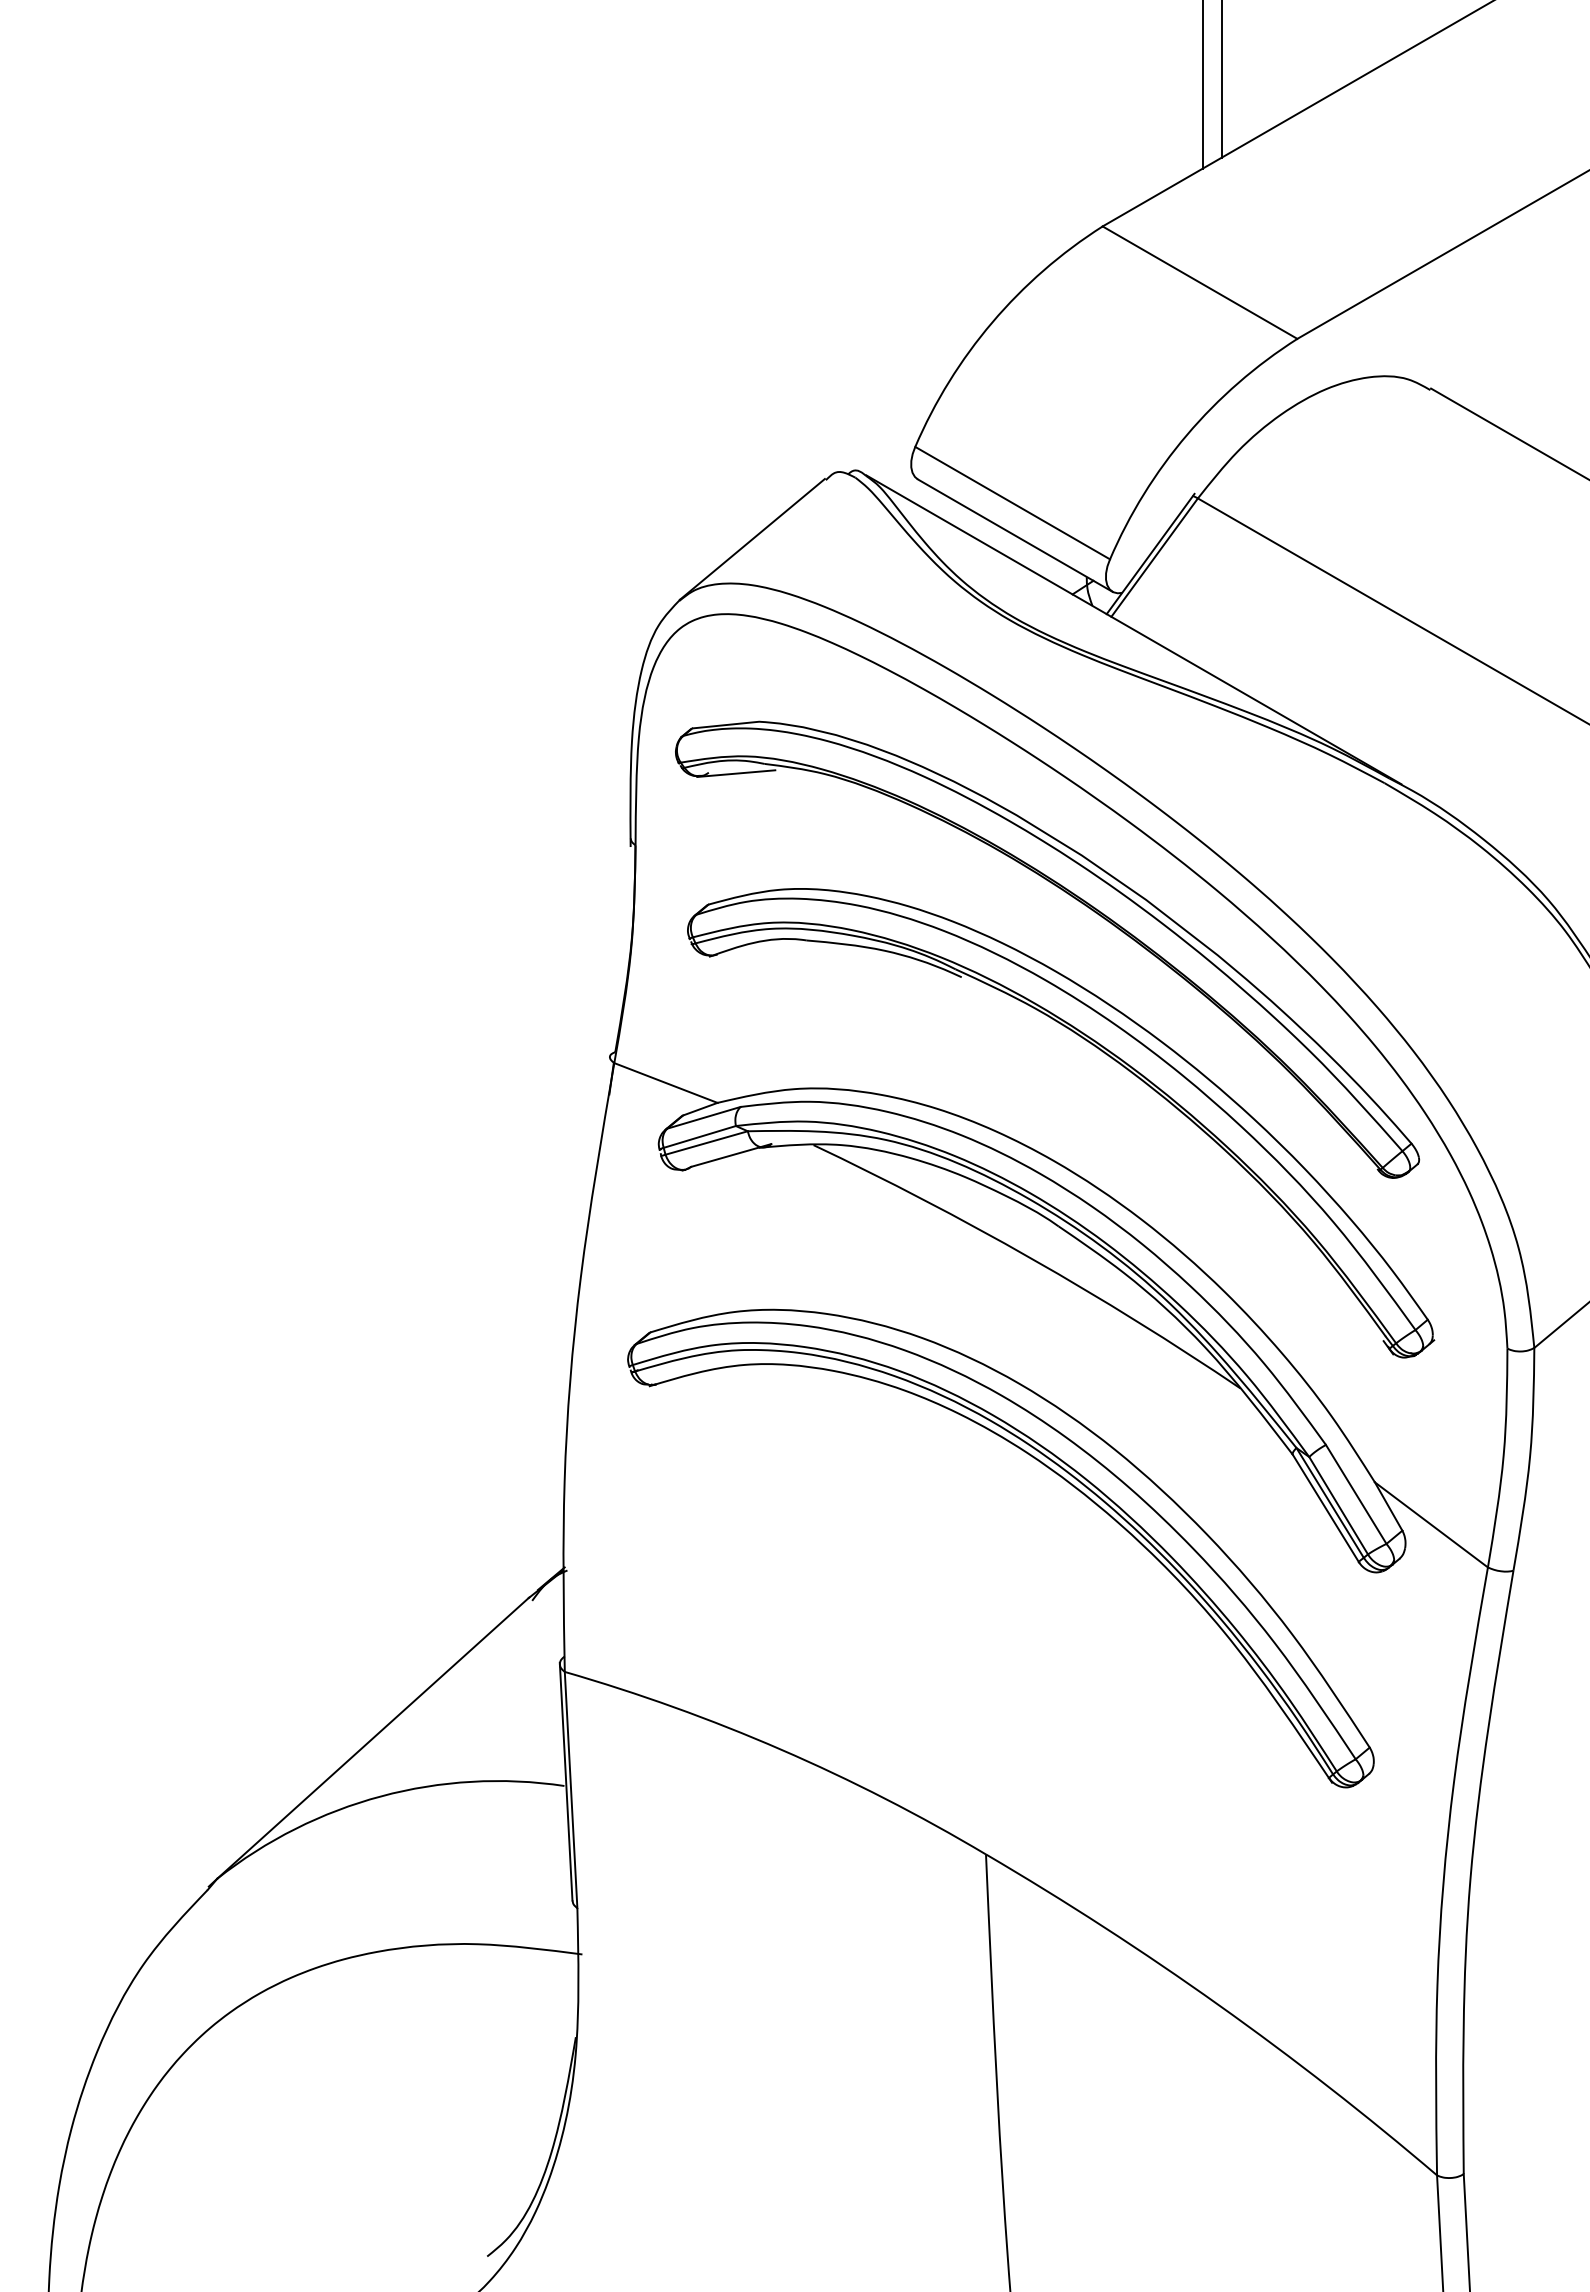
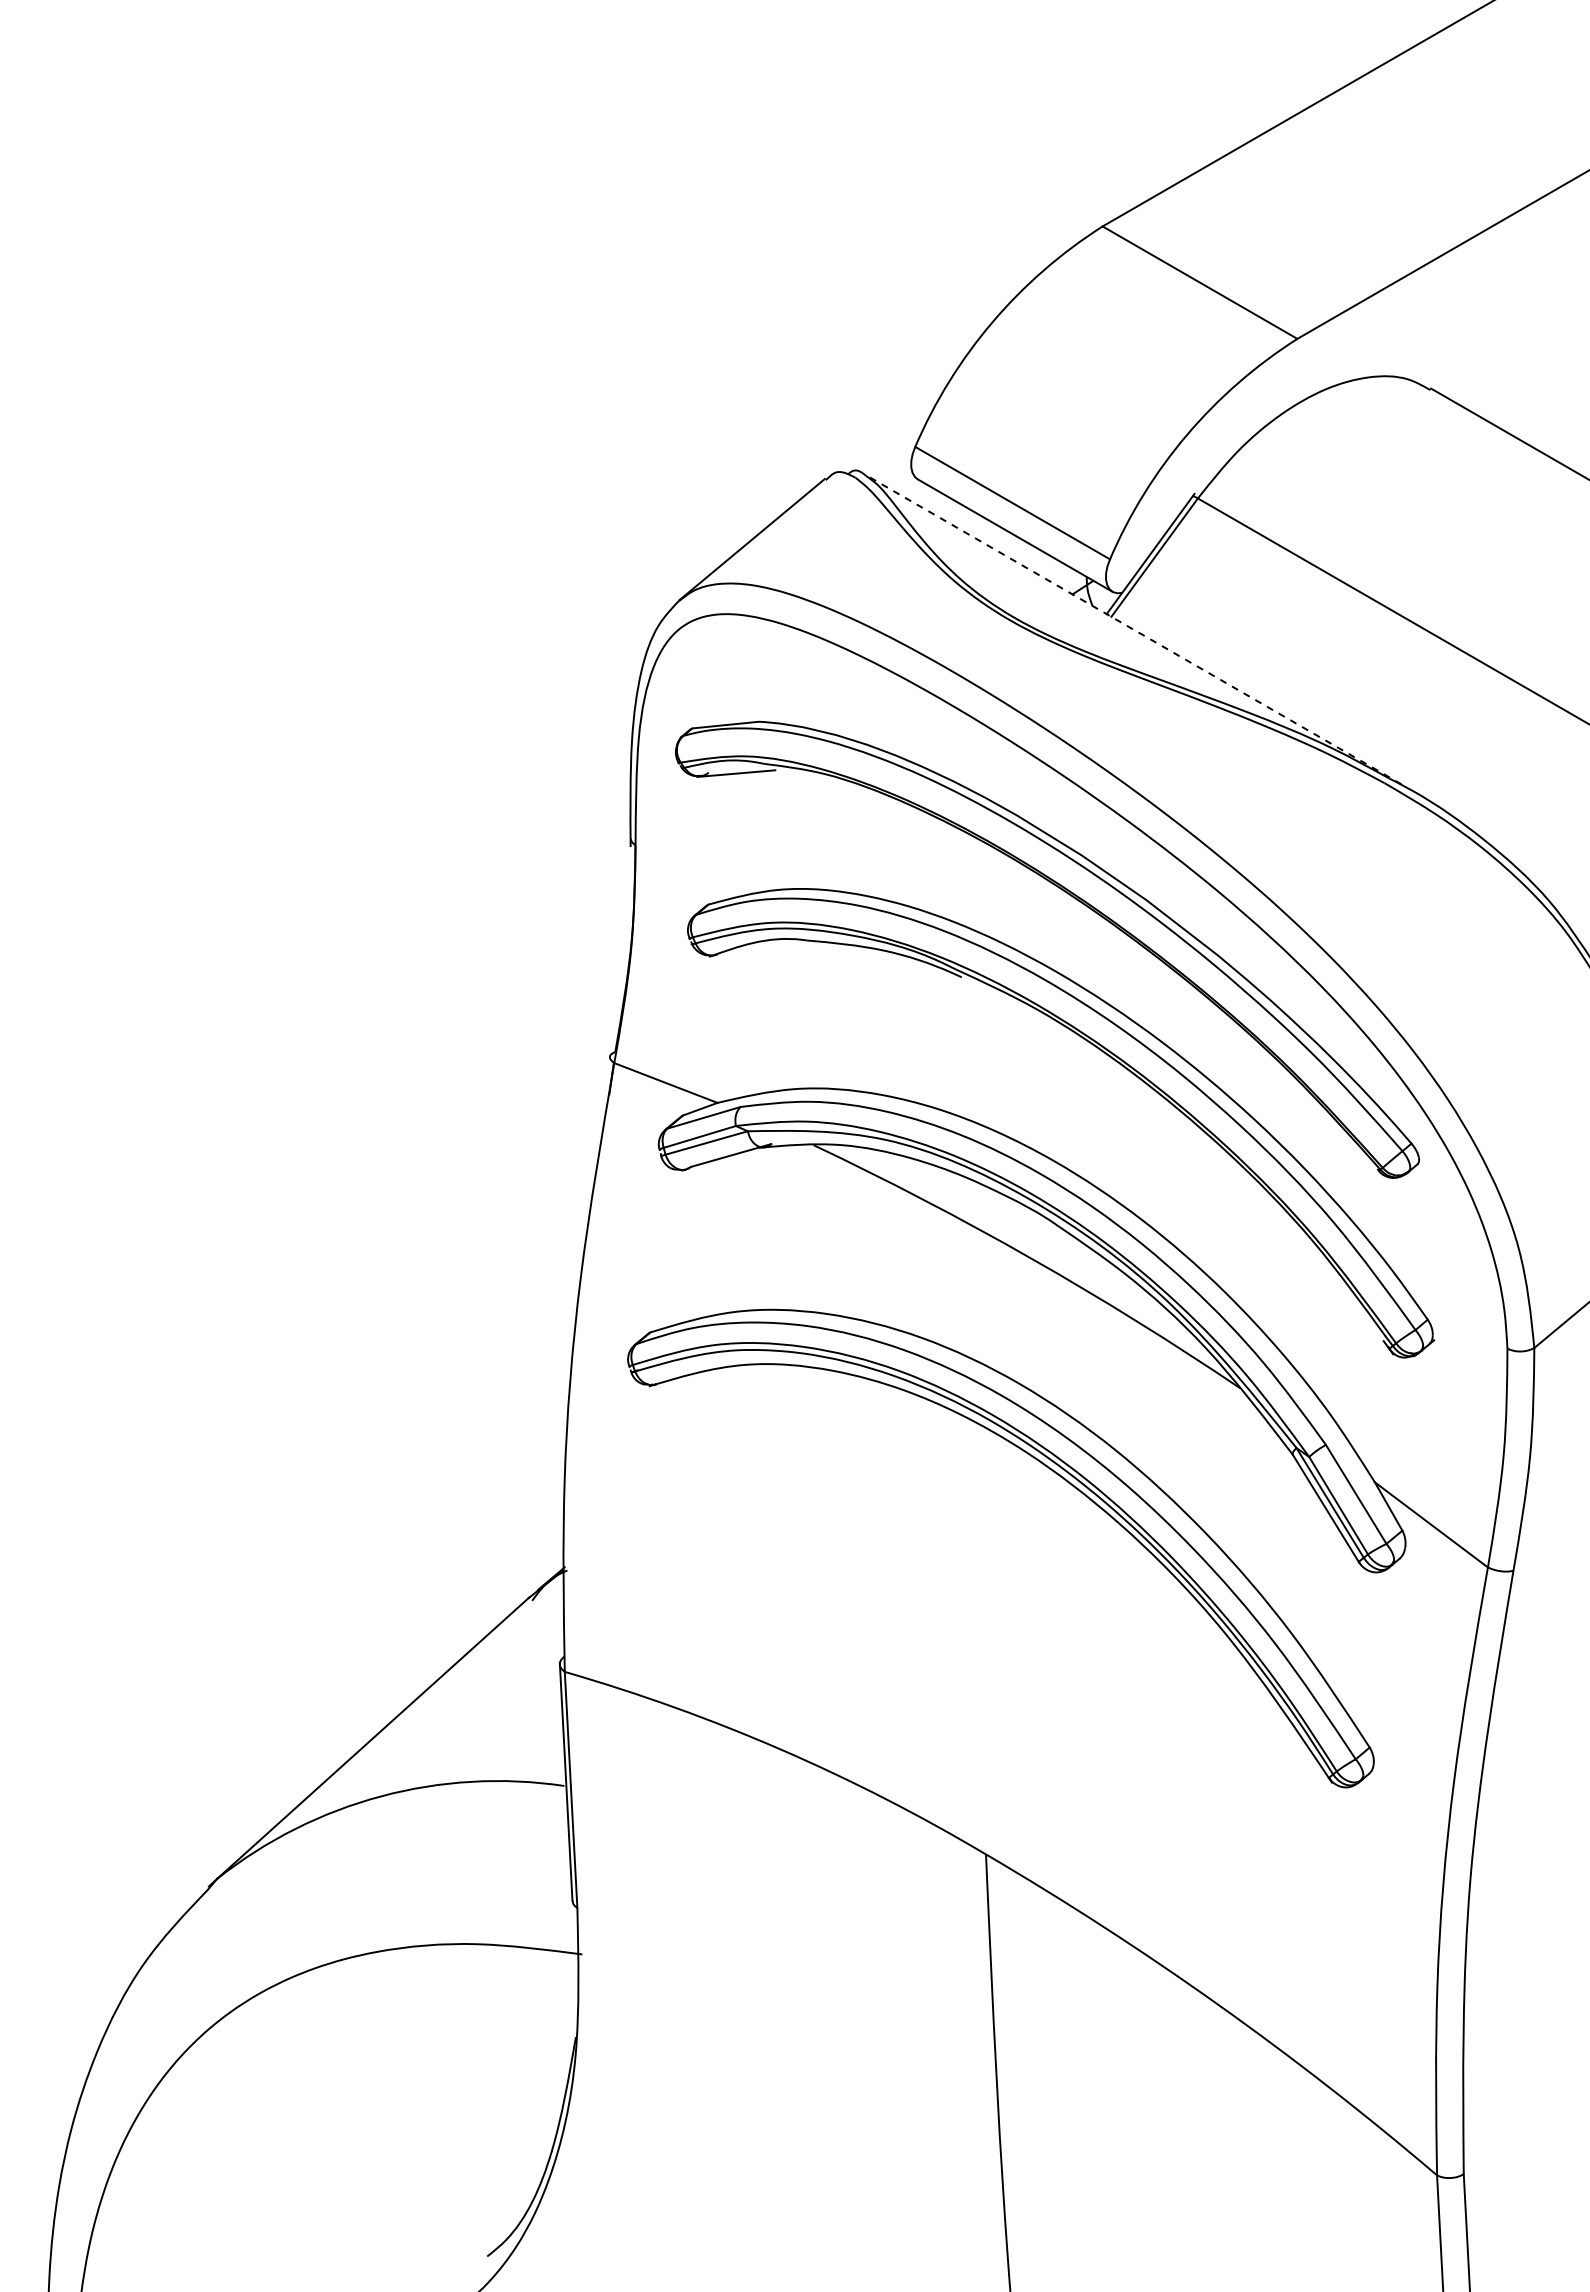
line at (1221, 79): present -> none
line at (1202, 85): present -> none
line at (1133, 629): solid -> dashed
